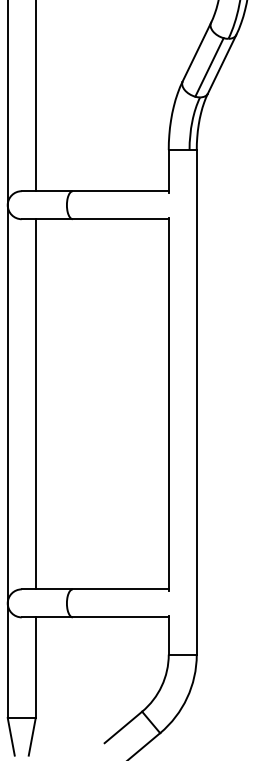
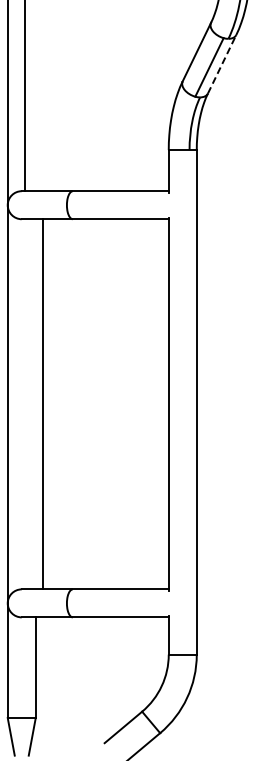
line at (222, 64): solid -> dashed
line at (35, 96) position: (35, 96) -> (24, 96)
line at (35, 404) position: (35, 404) -> (42, 404)
